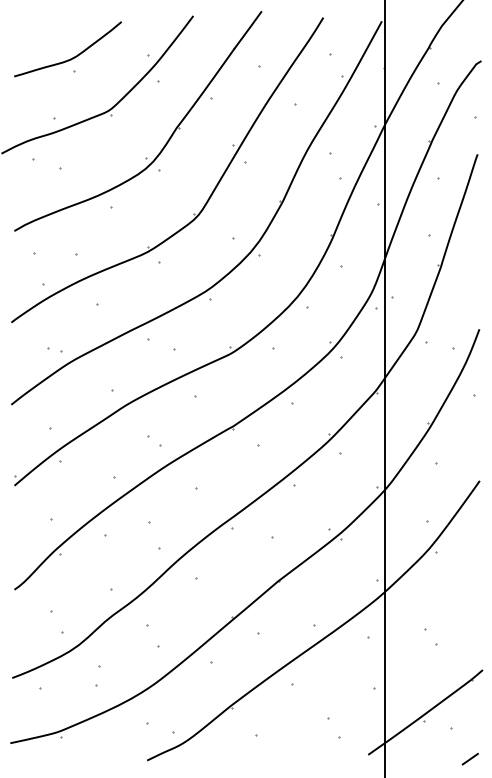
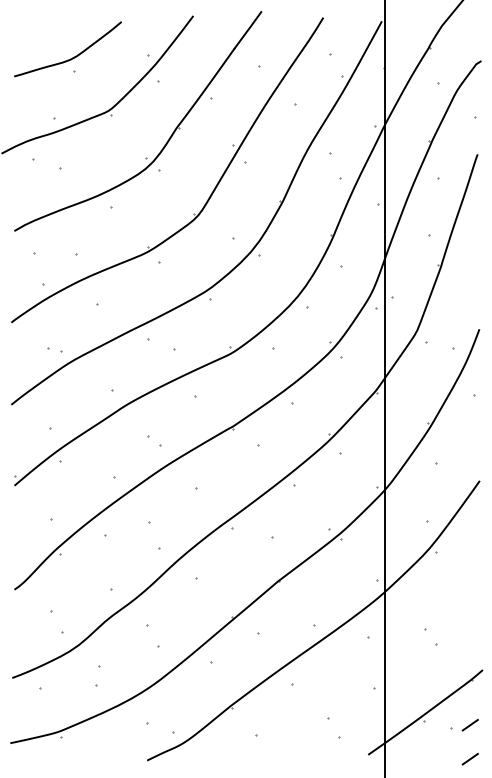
line at (469, 725): none -> present
